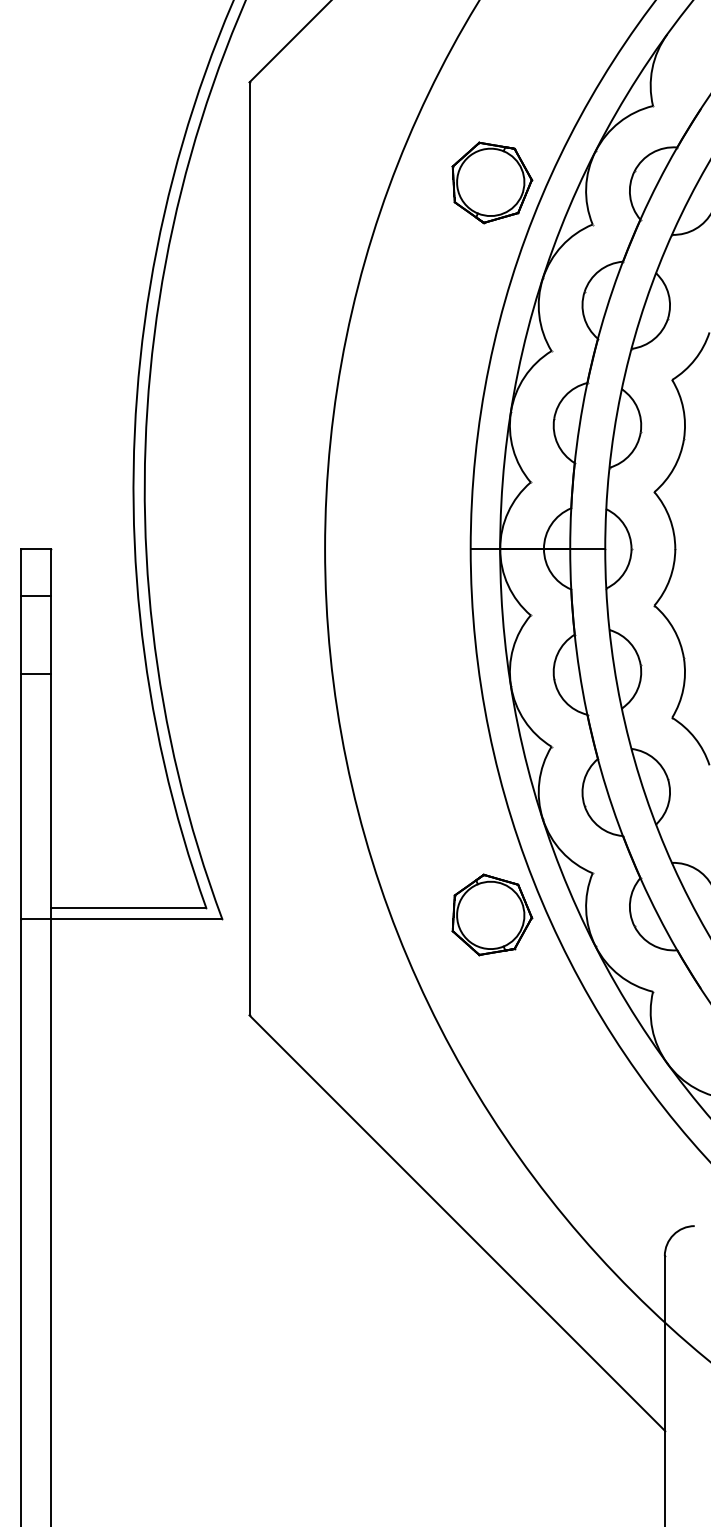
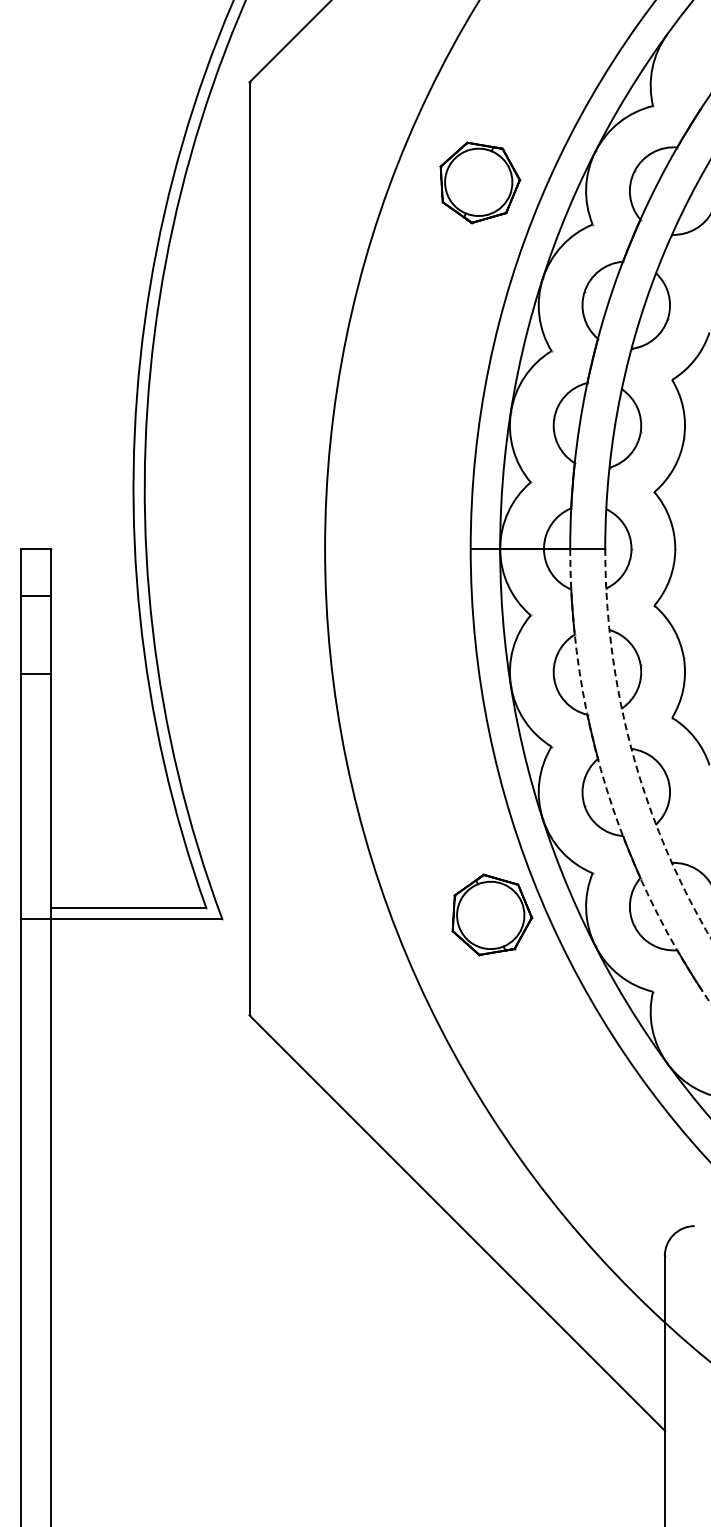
part at (492, 182) position: (492, 182) -> (480, 182)
arc at (631, 749): solid -> dashed
arc at (606, 787): solid -> dashed
